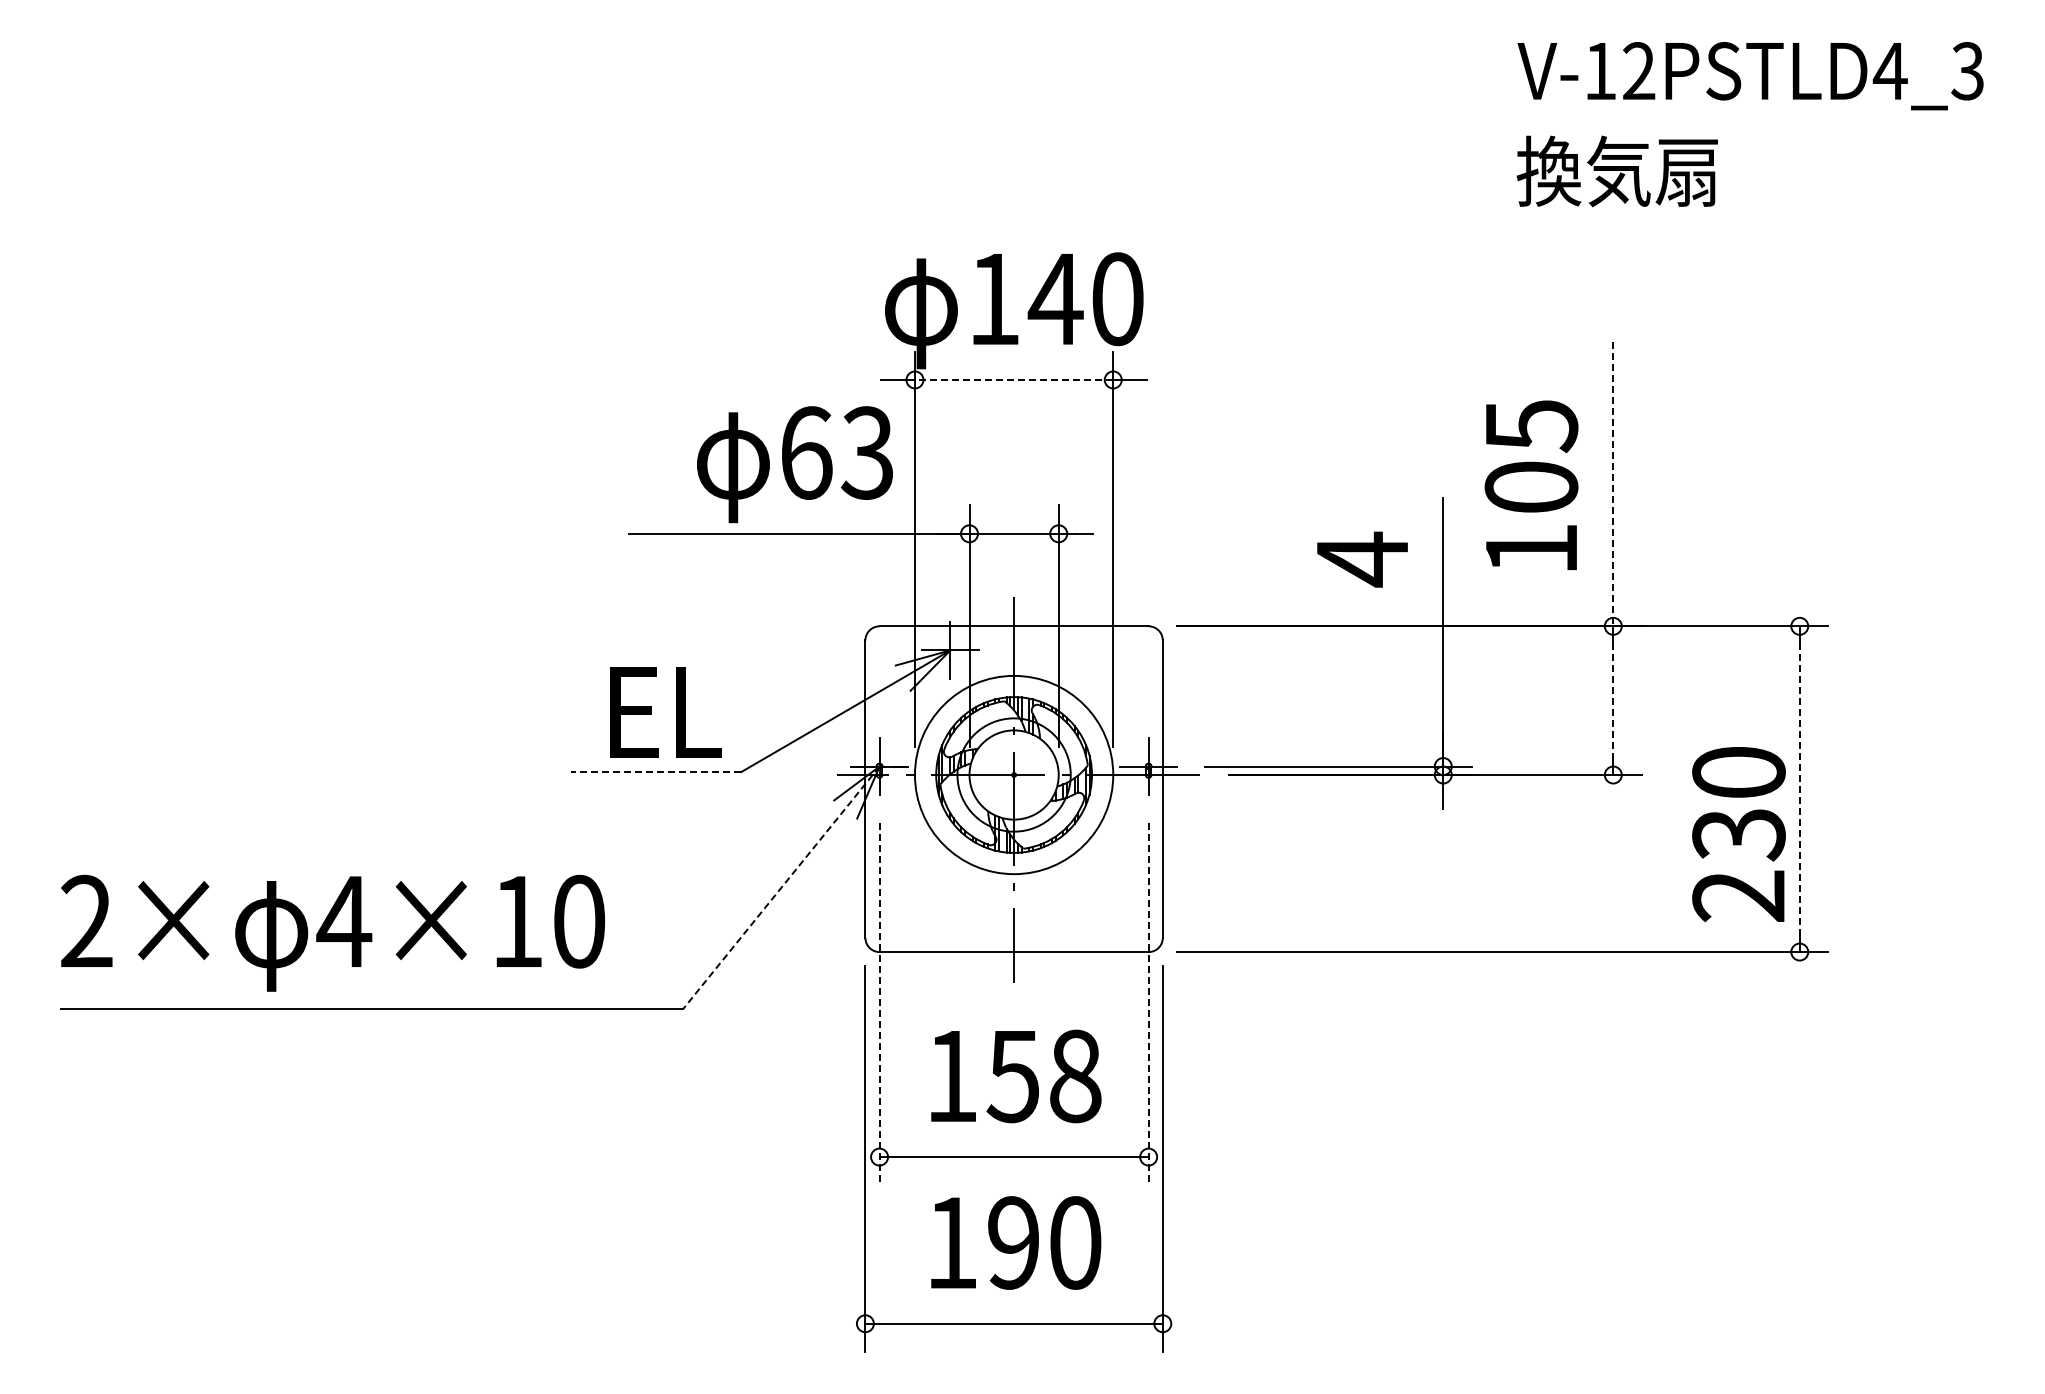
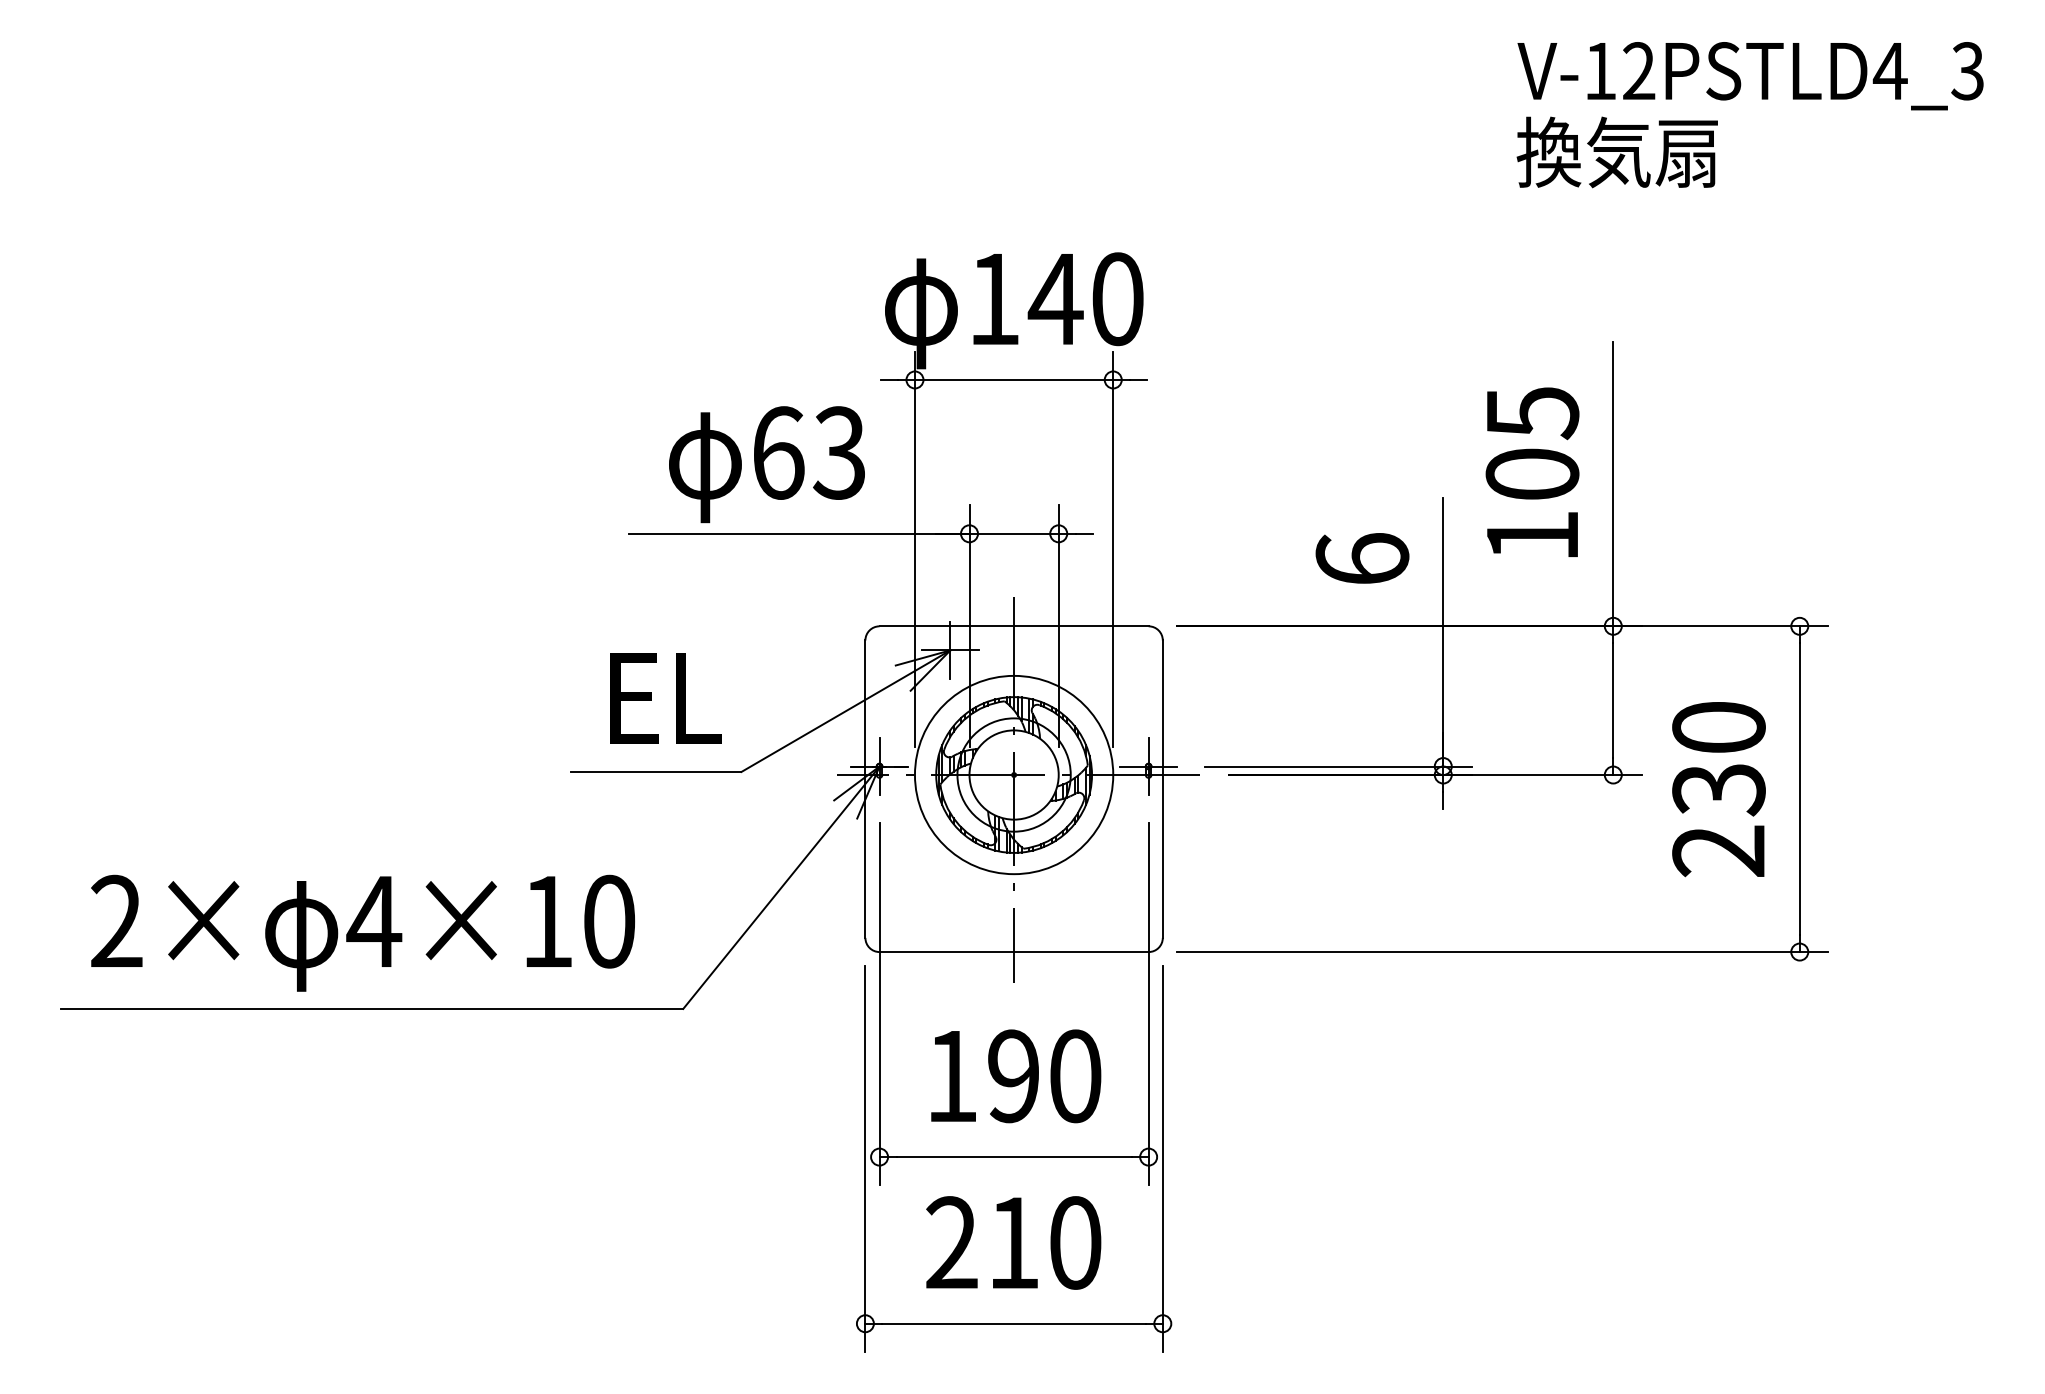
text at (1616, 171) position: (1616, 171) -> (1616, 152)
line at (1013, 379): dashed -> solid
text at (794, 464) position: (794, 464) -> (766, 464)
text at (1531, 484) position: (1531, 484) -> (1532, 471)
line at (1613, 484): dashed -> solid
text at (1362, 559): 4 -> 6
line at (1613, 701): dashed -> solid
text at (665, 712) position: (665, 712) -> (665, 698)
line at (655, 771): dashed -> solid
line at (1799, 789): dashed -> solid
text at (1738, 834) position: (1738, 834) -> (1718, 789)
line at (781, 887): dashed -> solid
text at (332, 932) position: (332, 932) -> (362, 932)
line at (879, 1004): dashed -> solid
line at (1148, 1004): dashed -> solid
text at (1043, 1076): 158 -> 190
text at (982, 1242): 190 -> 210
